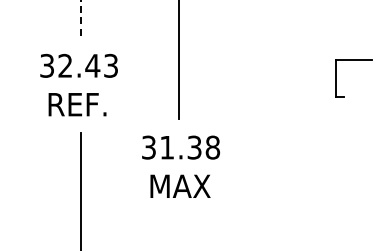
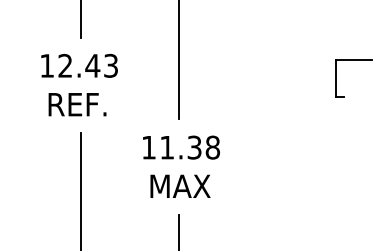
line at (80, 19): dashed -> solid
text at (46, 65): 32.43 -> 12.43
text at (148, 147): 31.38 -> 11.38
line at (178, 230): none -> present
